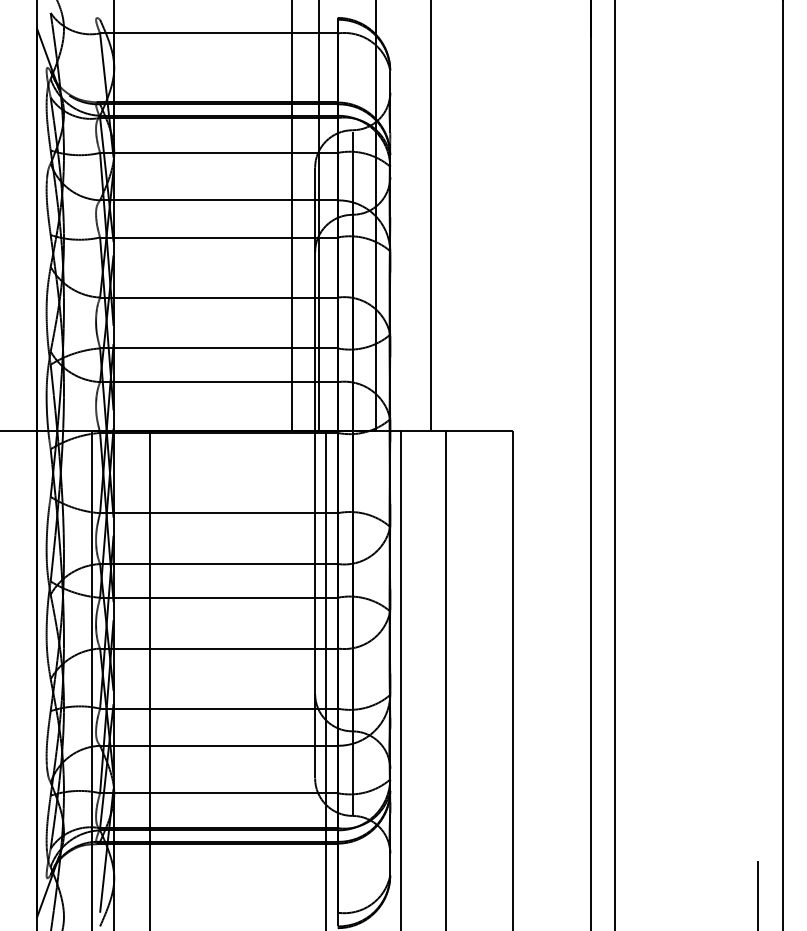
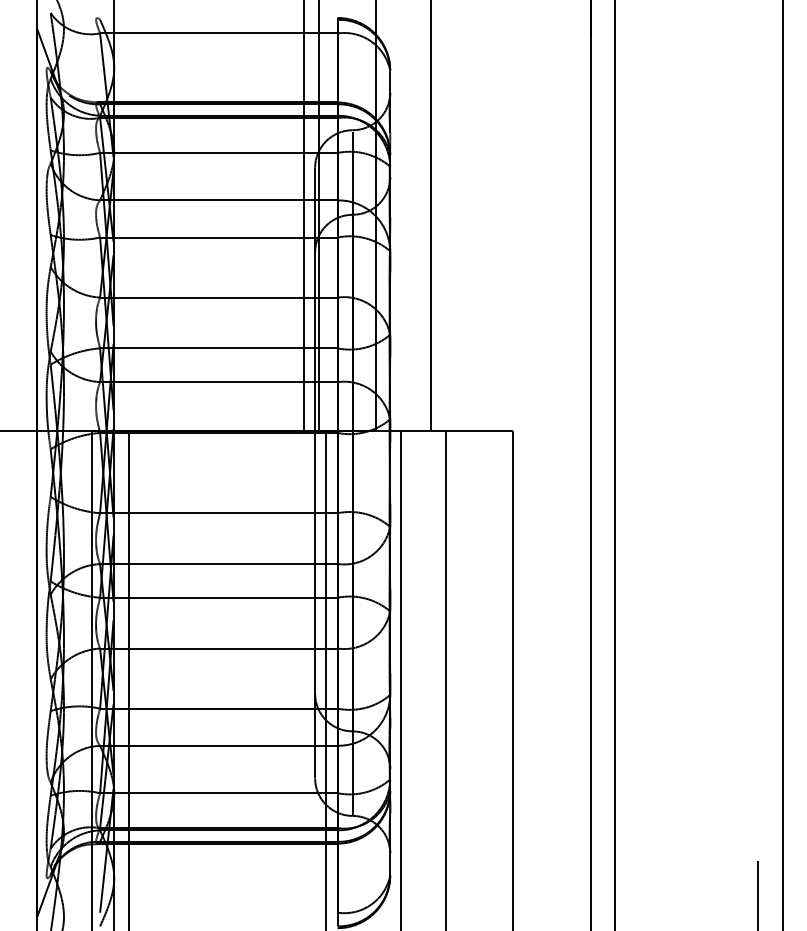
line at (291, 216) position: (291, 216) -> (303, 216)
line at (149, 678) position: (149, 678) -> (128, 678)
